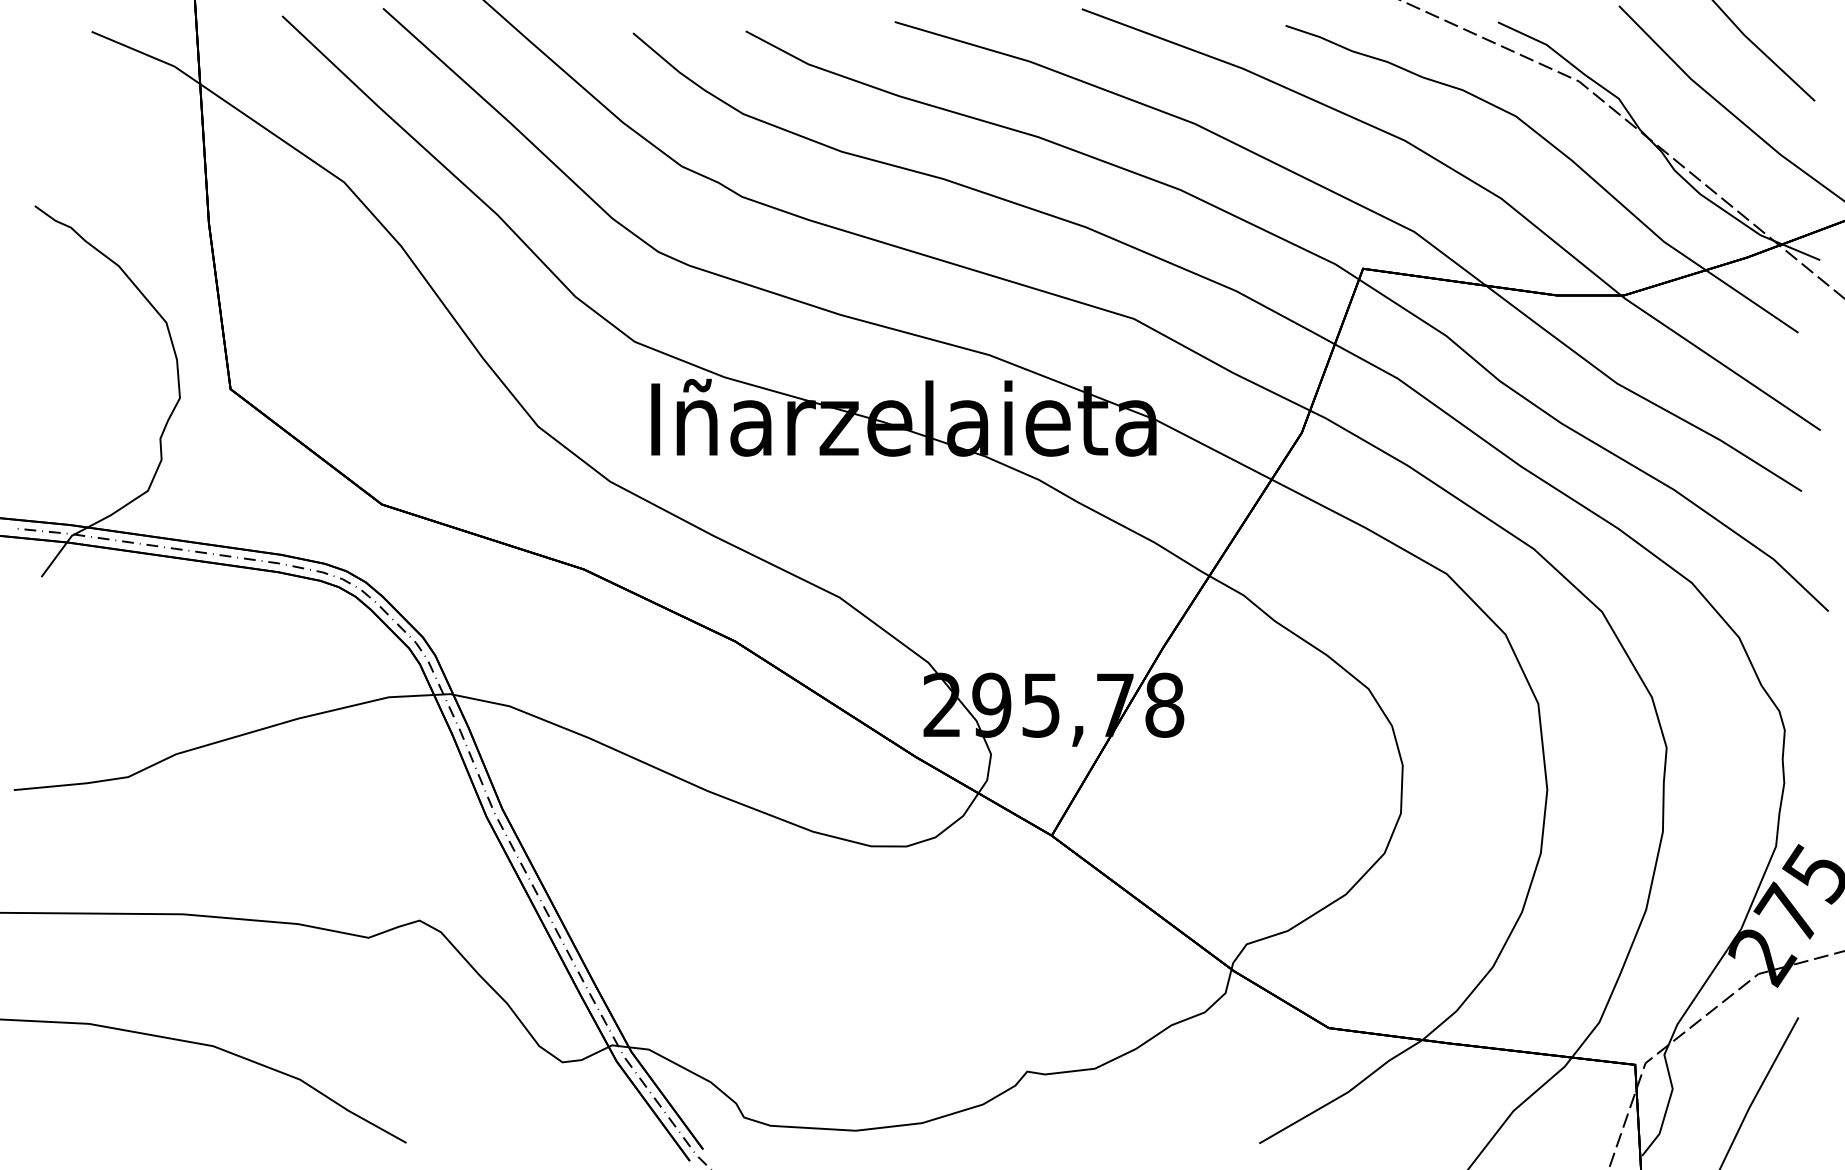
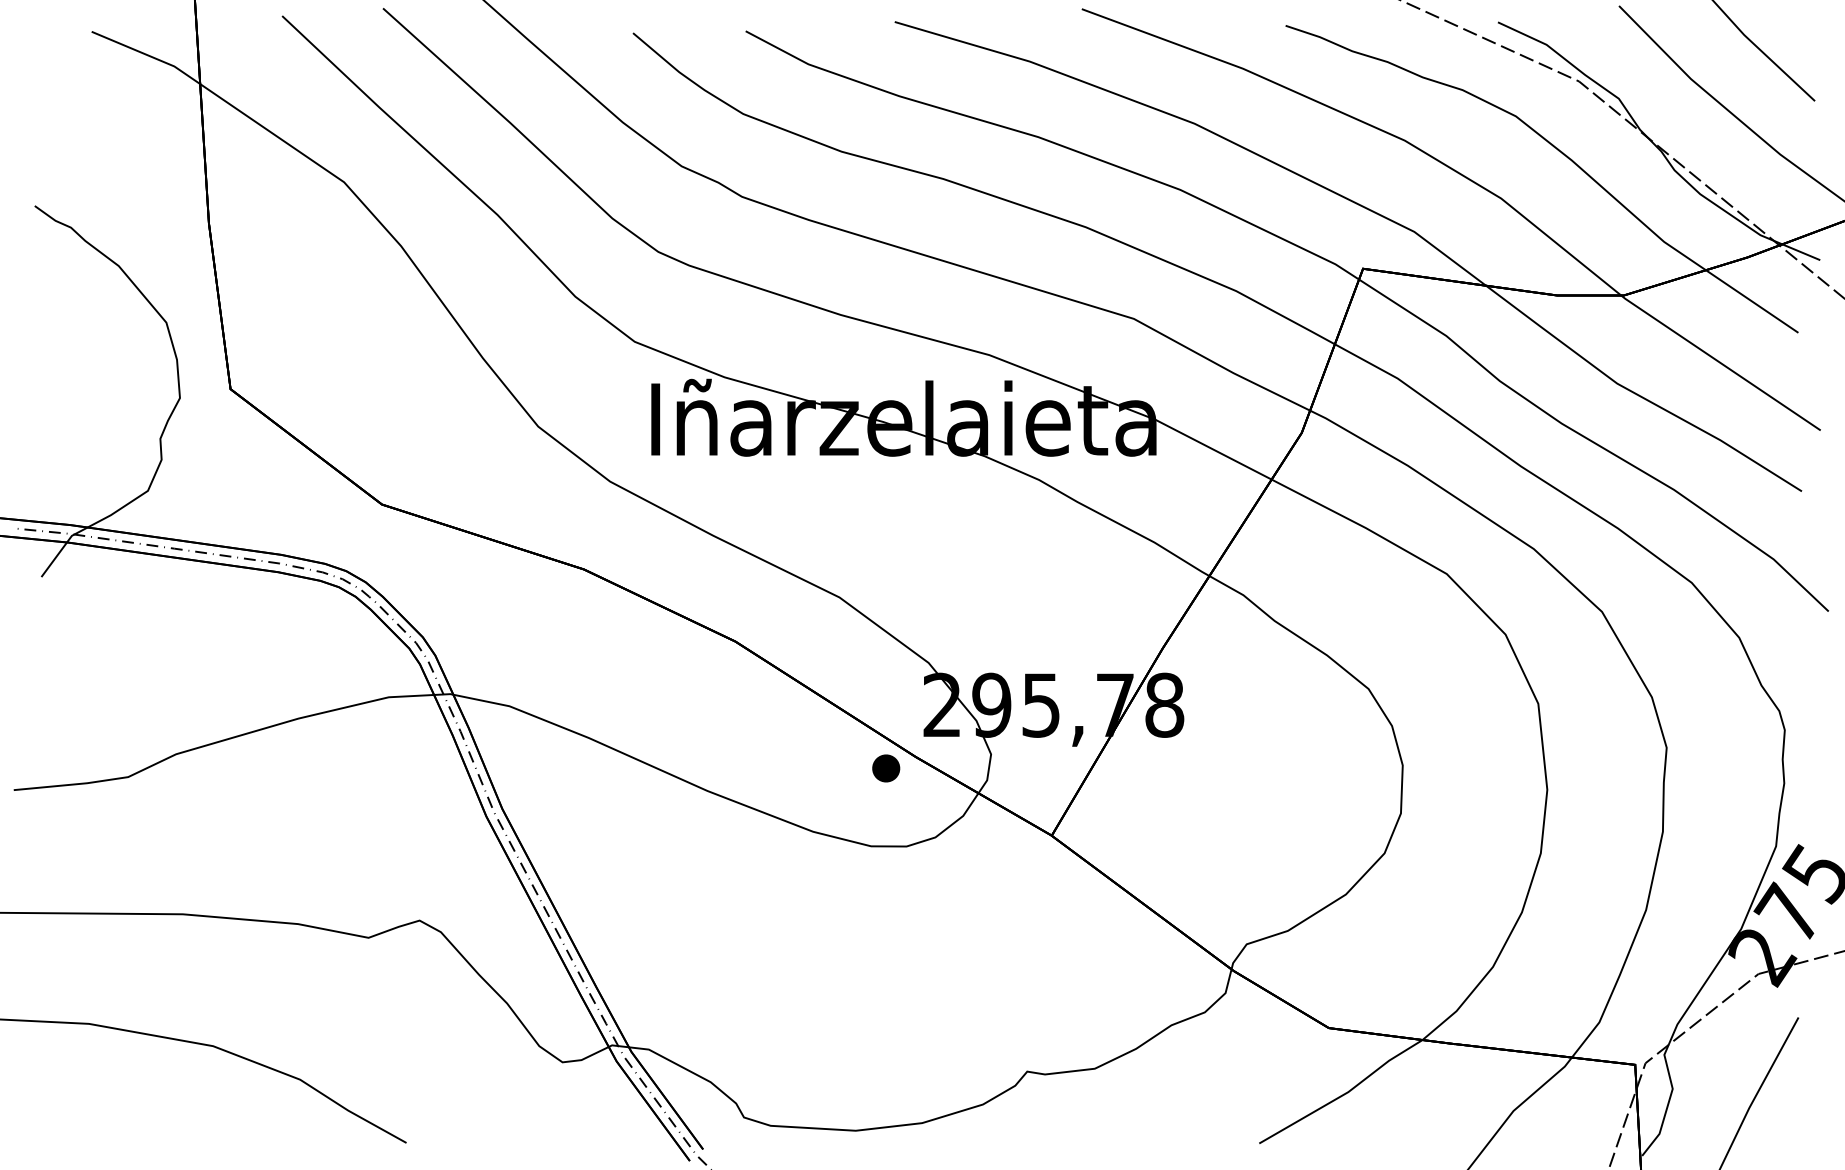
part at (886, 768): none -> present
